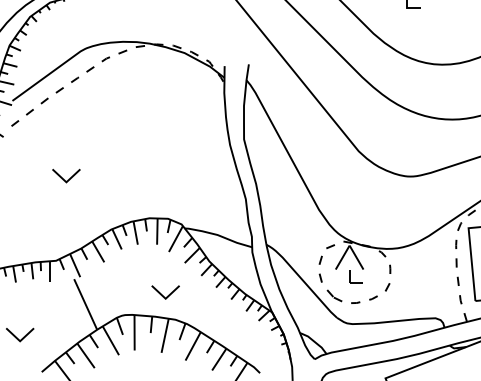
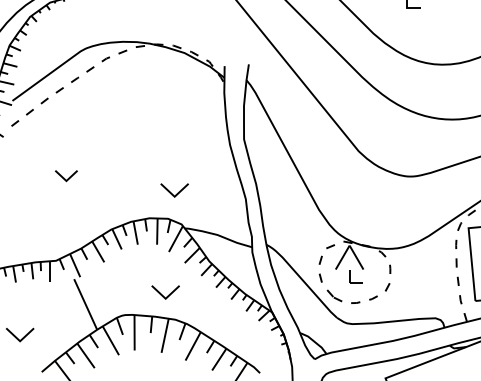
part at (66, 175) size: 29x16 px -> 23x13 px
part at (174, 190): none -> present
